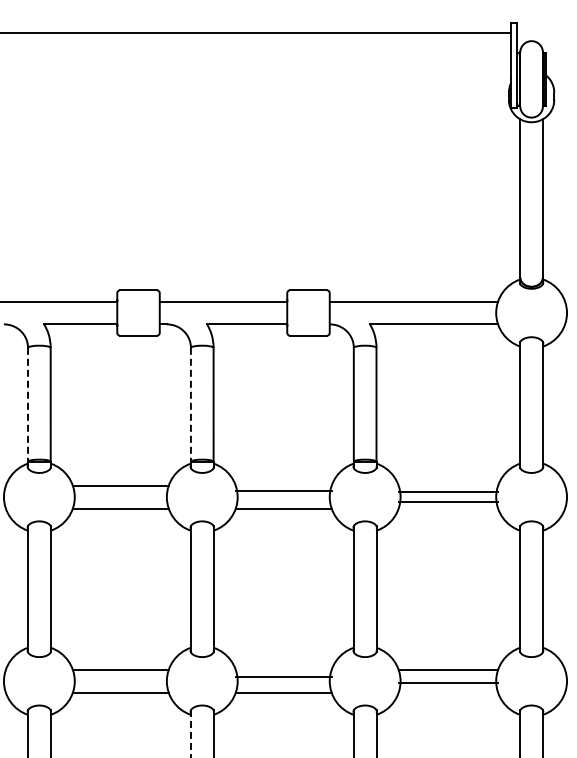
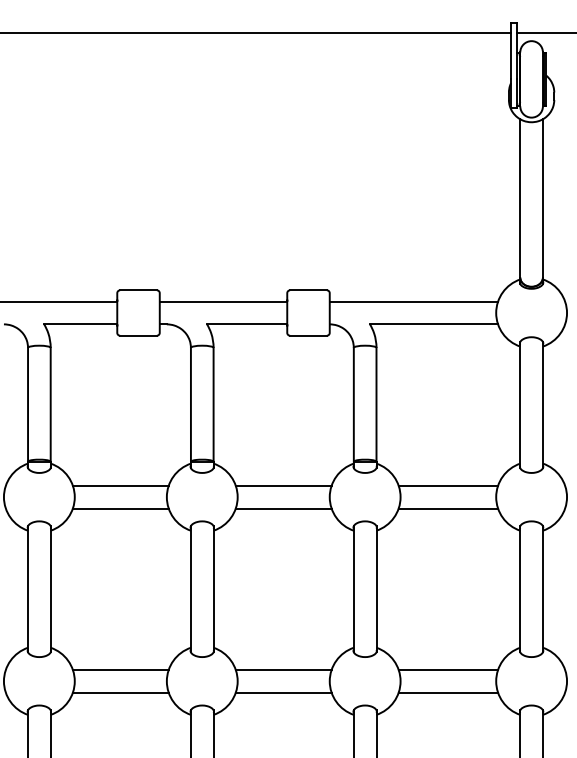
line at (544, 33): none -> present
line at (28, 404): dashed -> solid
line at (190, 404): dashed -> solid
line at (283, 490) position: (283, 490) -> (283, 485)
line at (448, 491) position: (448, 491) -> (448, 485)
line at (448, 501) position: (448, 501) -> (448, 508)
line at (283, 676) position: (283, 676) -> (283, 669)
line at (448, 682) position: (448, 682) -> (448, 692)
line at (190, 734): dashed -> solid
